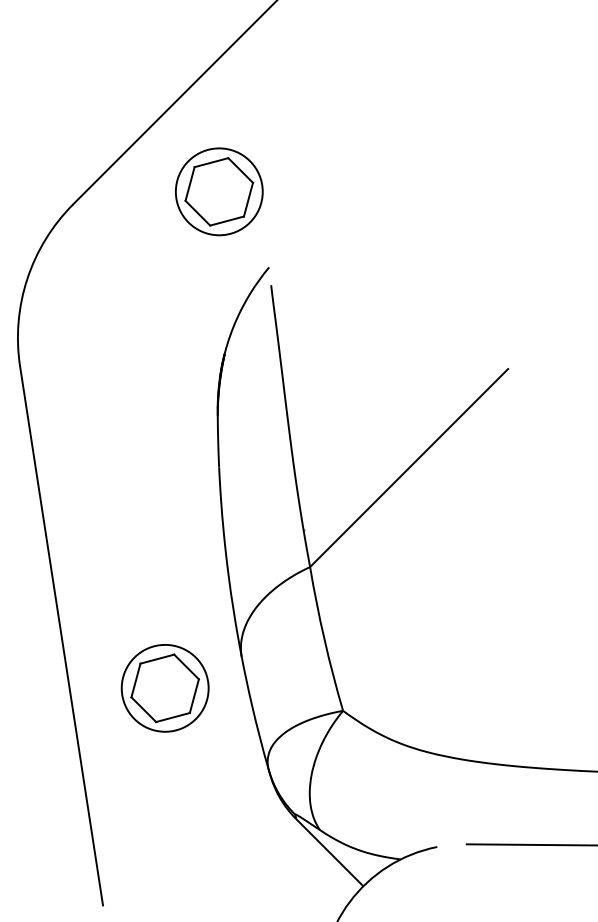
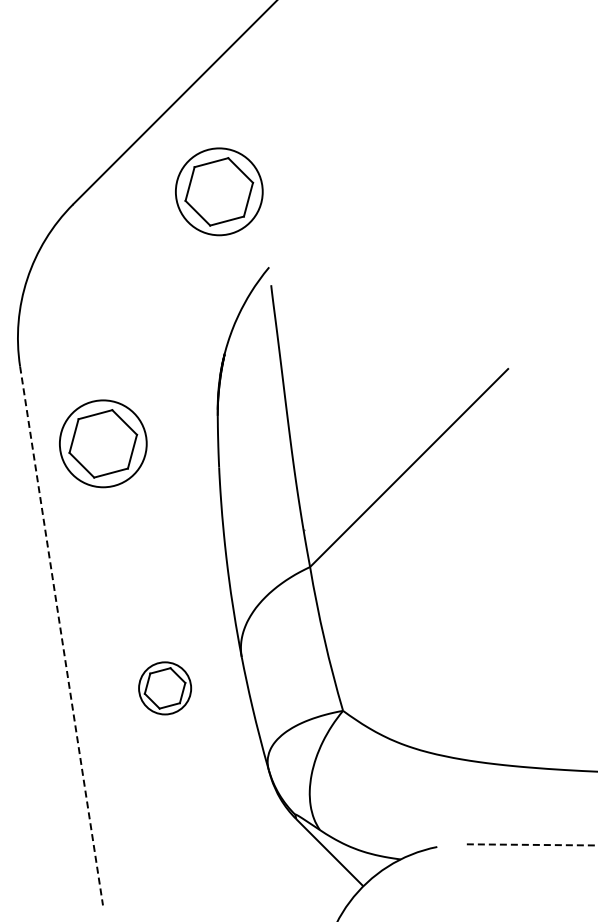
part at (103, 443): none -> present
line at (61, 636): solid -> dashed
part at (164, 688) size: 90x89 px -> 55x55 px
line at (531, 844): solid -> dashed
